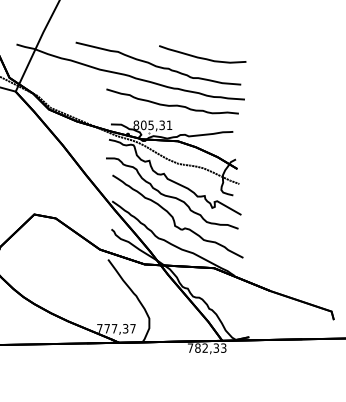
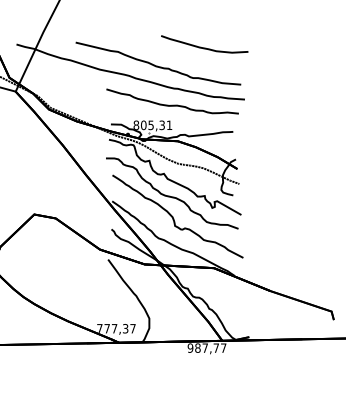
curve at (202, 57) position: (202, 57) -> (204, 47)
text at (206, 347): 782,33 -> 987,77
